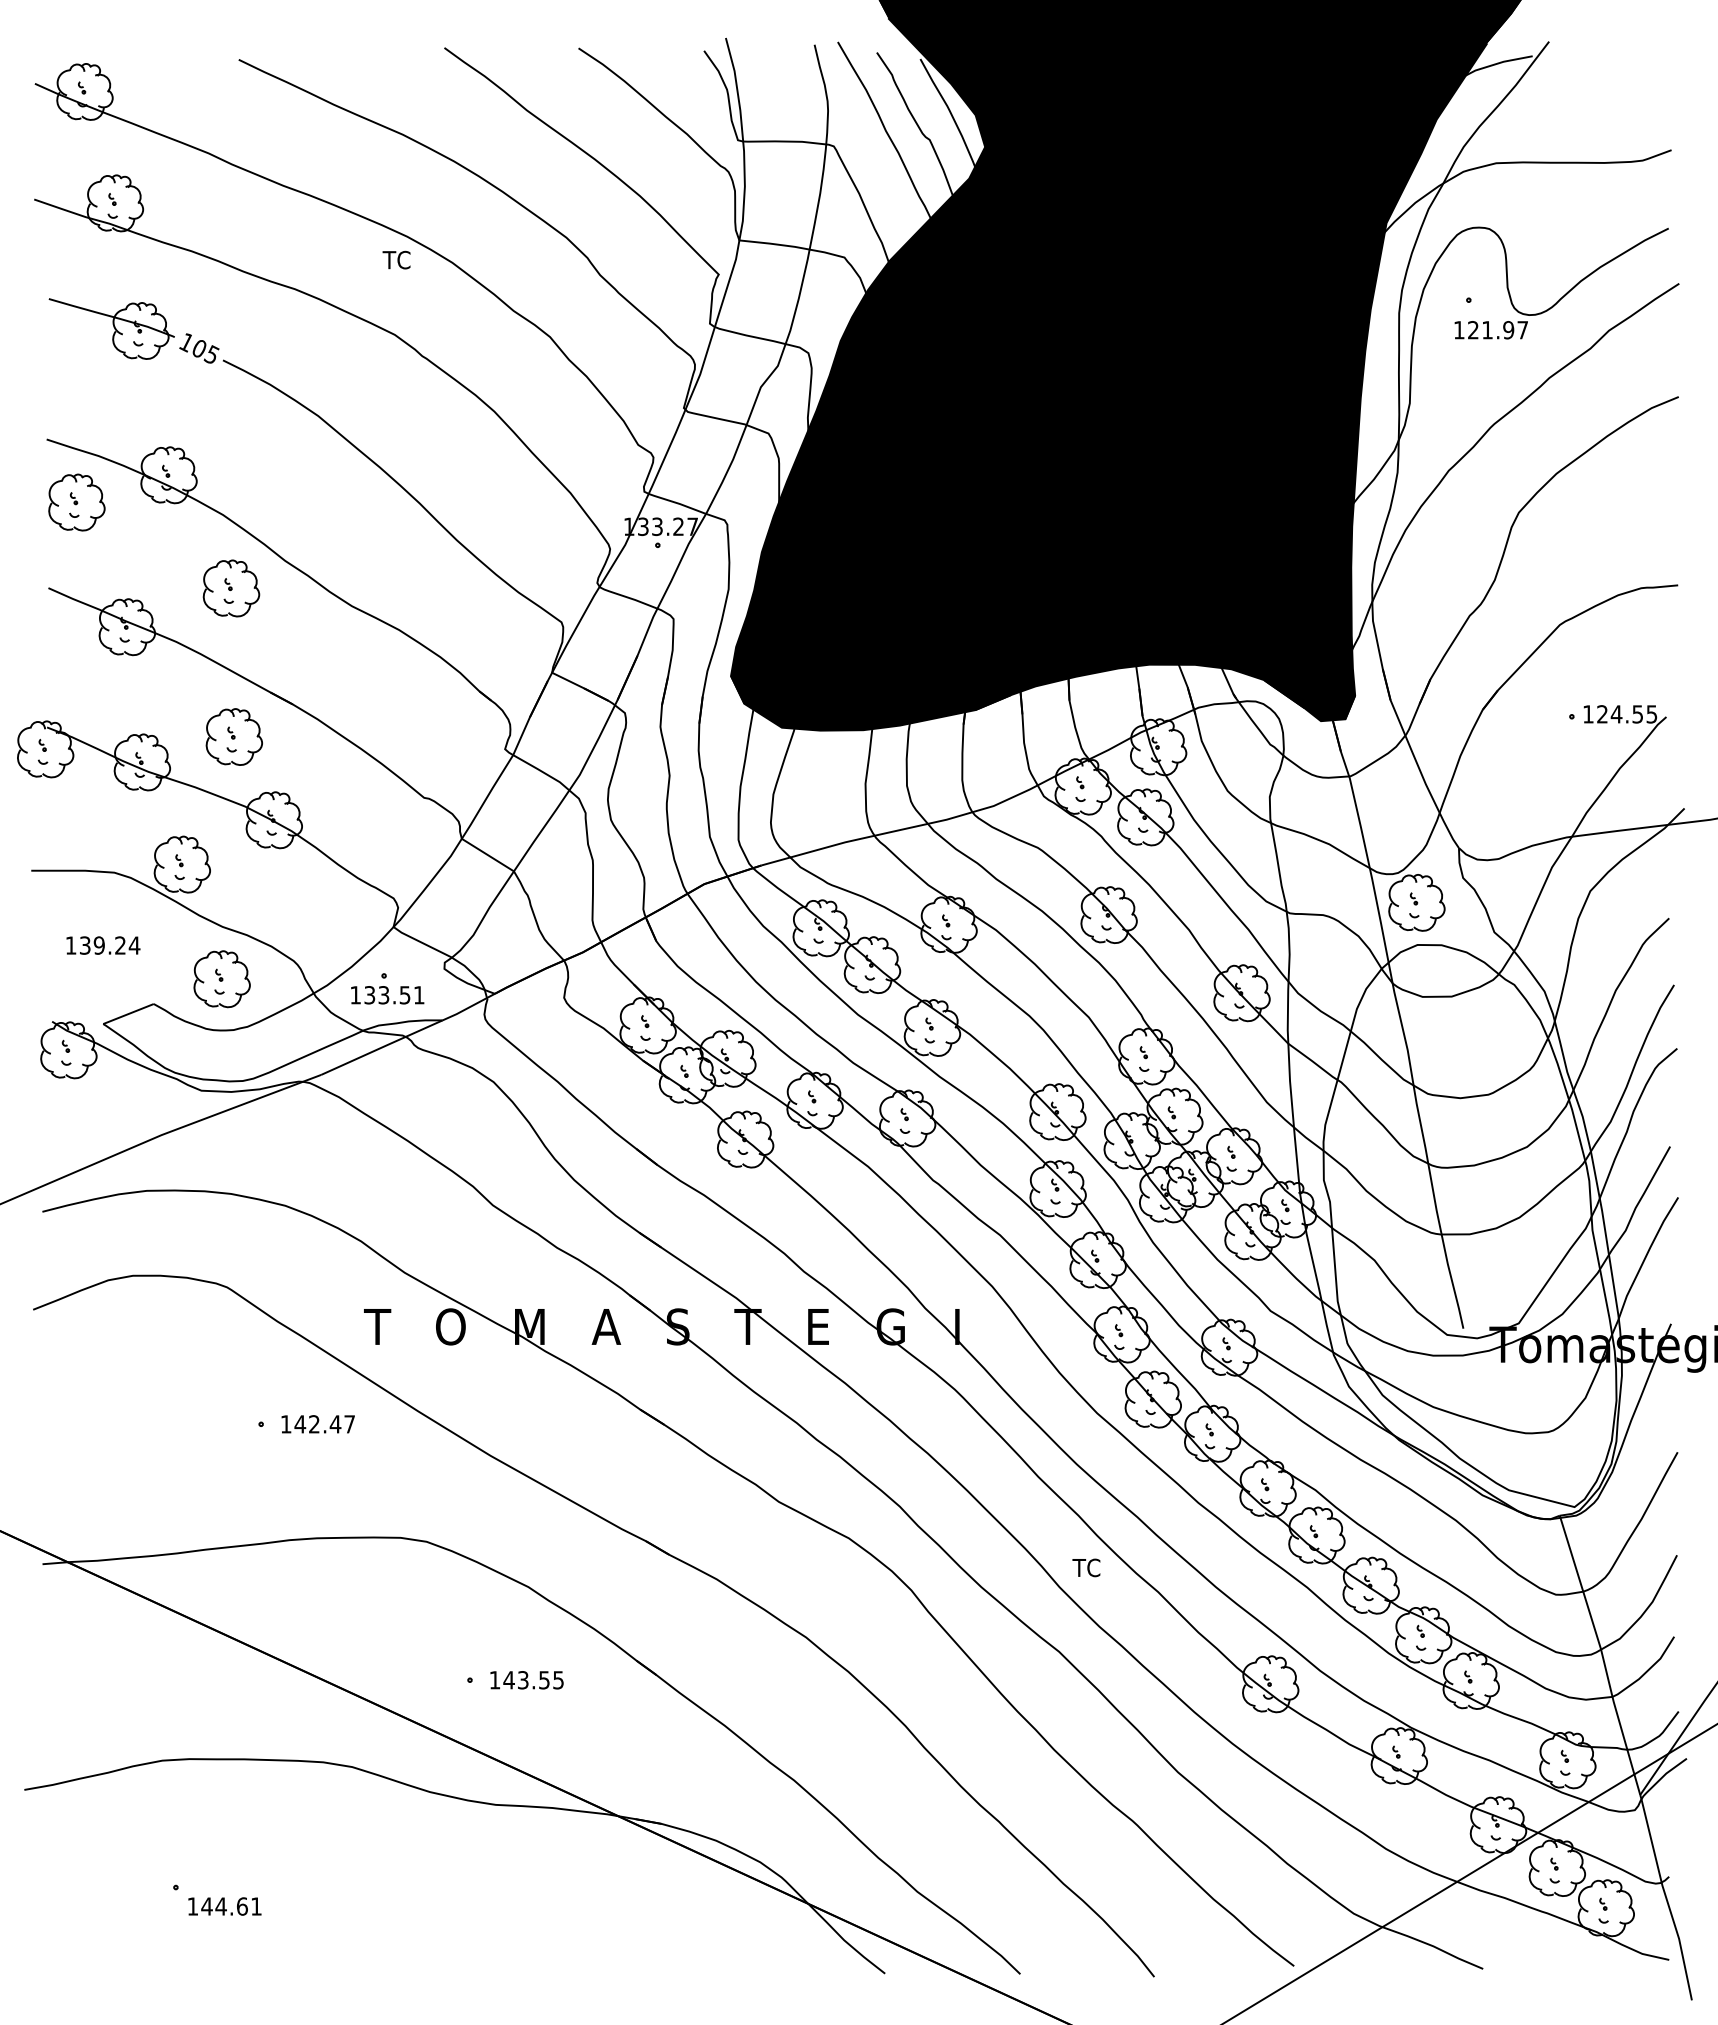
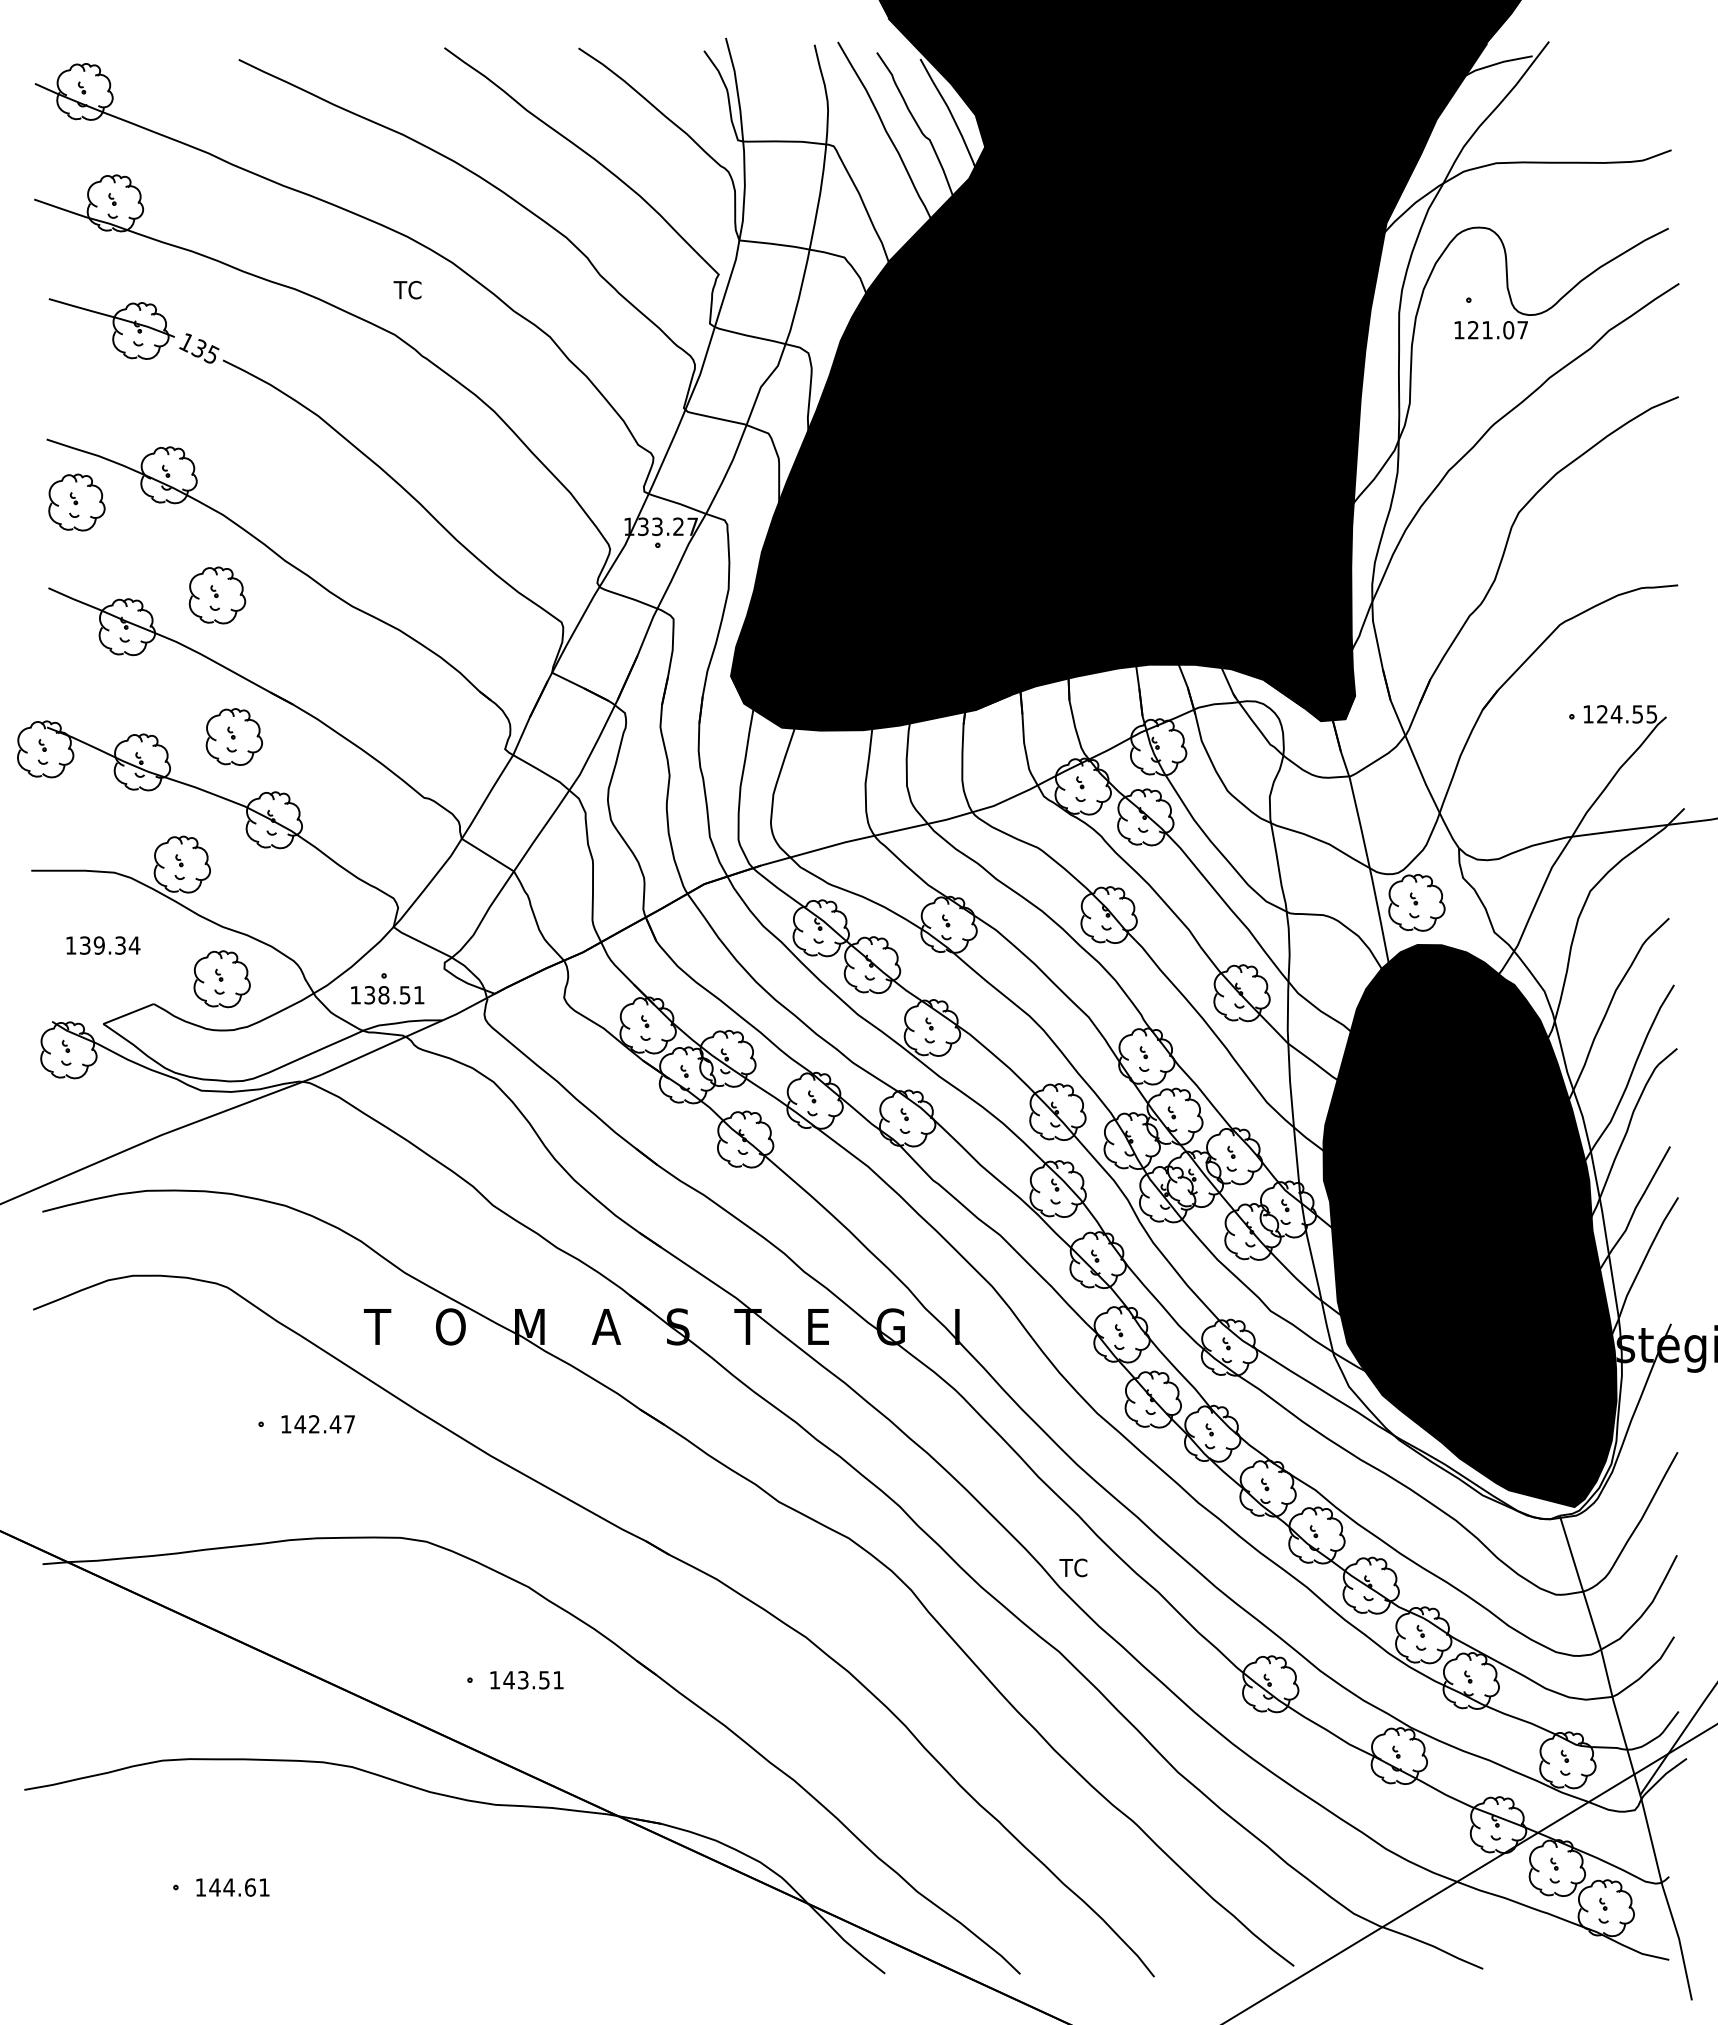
text at (396, 259) position: (396, 259) -> (407, 289)
text at (1508, 330): 121.97 -> 121.07
text at (198, 348): 105 -> 135
part at (231, 588) position: (231, 588) -> (217, 595)
text at (120, 945): 139.24 -> 139.34
text at (383, 995): 133.51 -> 138.51
fill at (1469, 1225): none -> present
text at (1086, 1567) position: (1086, 1567) -> (1073, 1567)
text at (558, 1680): 143.55 -> 143.51
text at (224, 1906) position: (224, 1906) -> (232, 1887)
